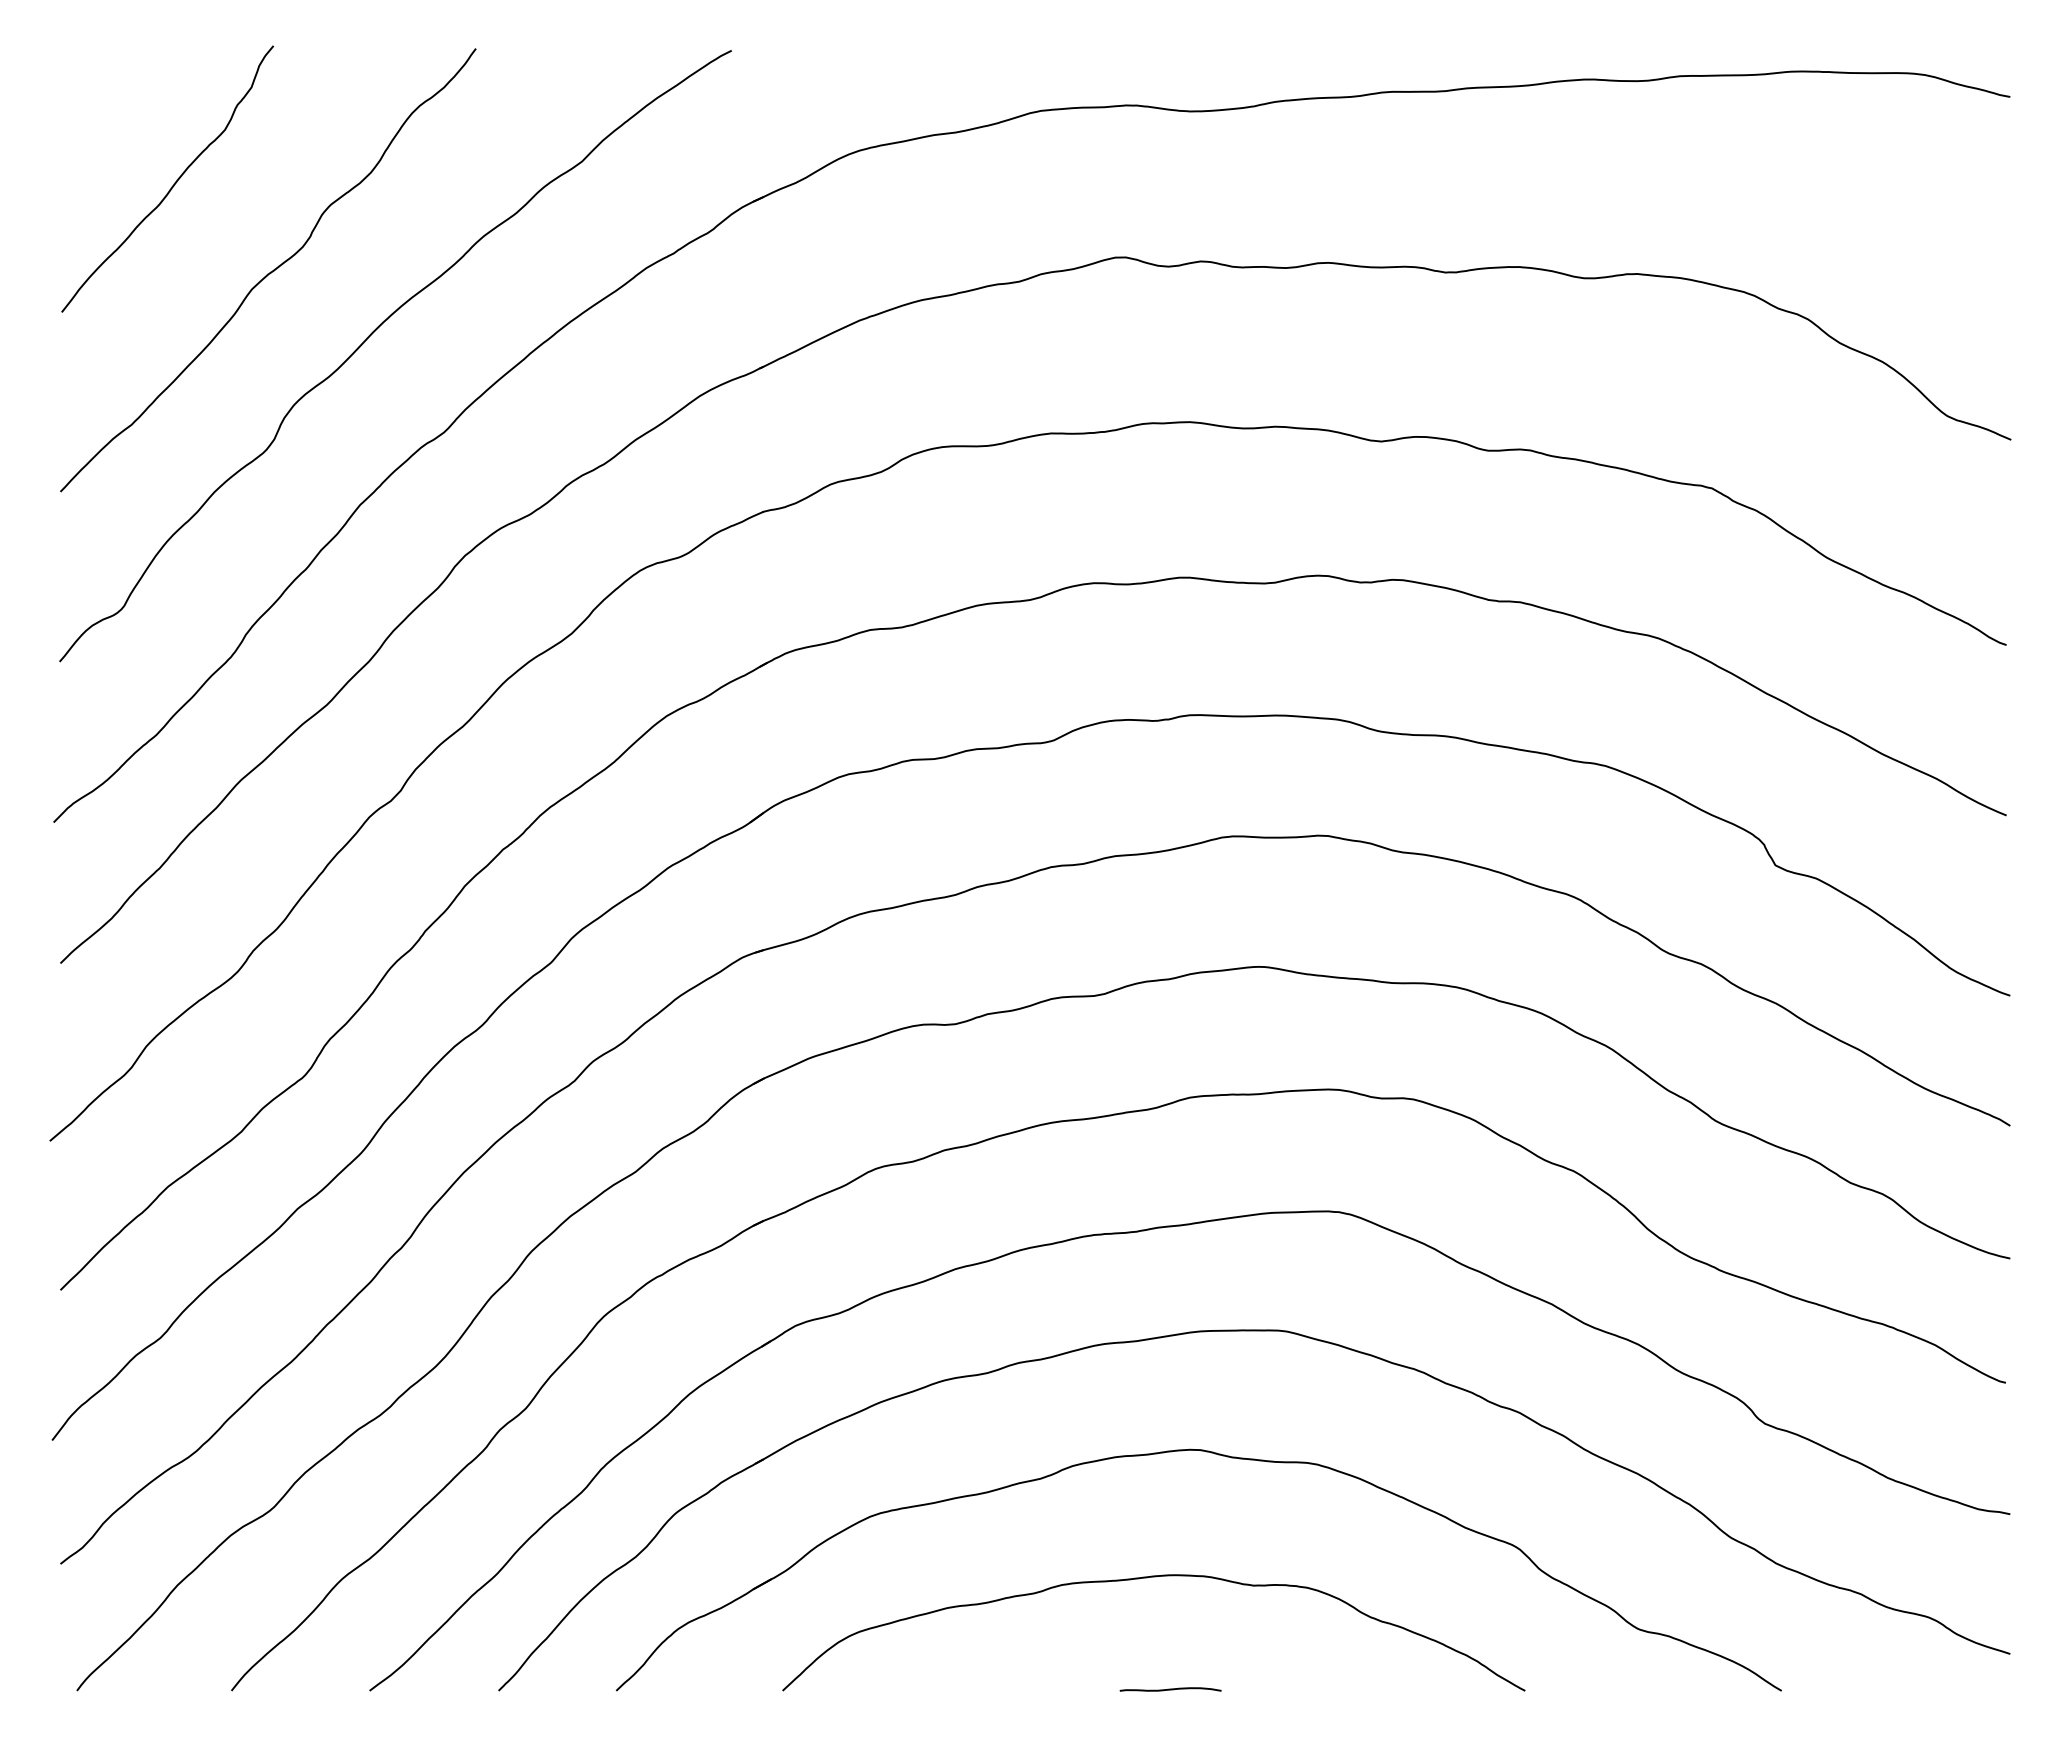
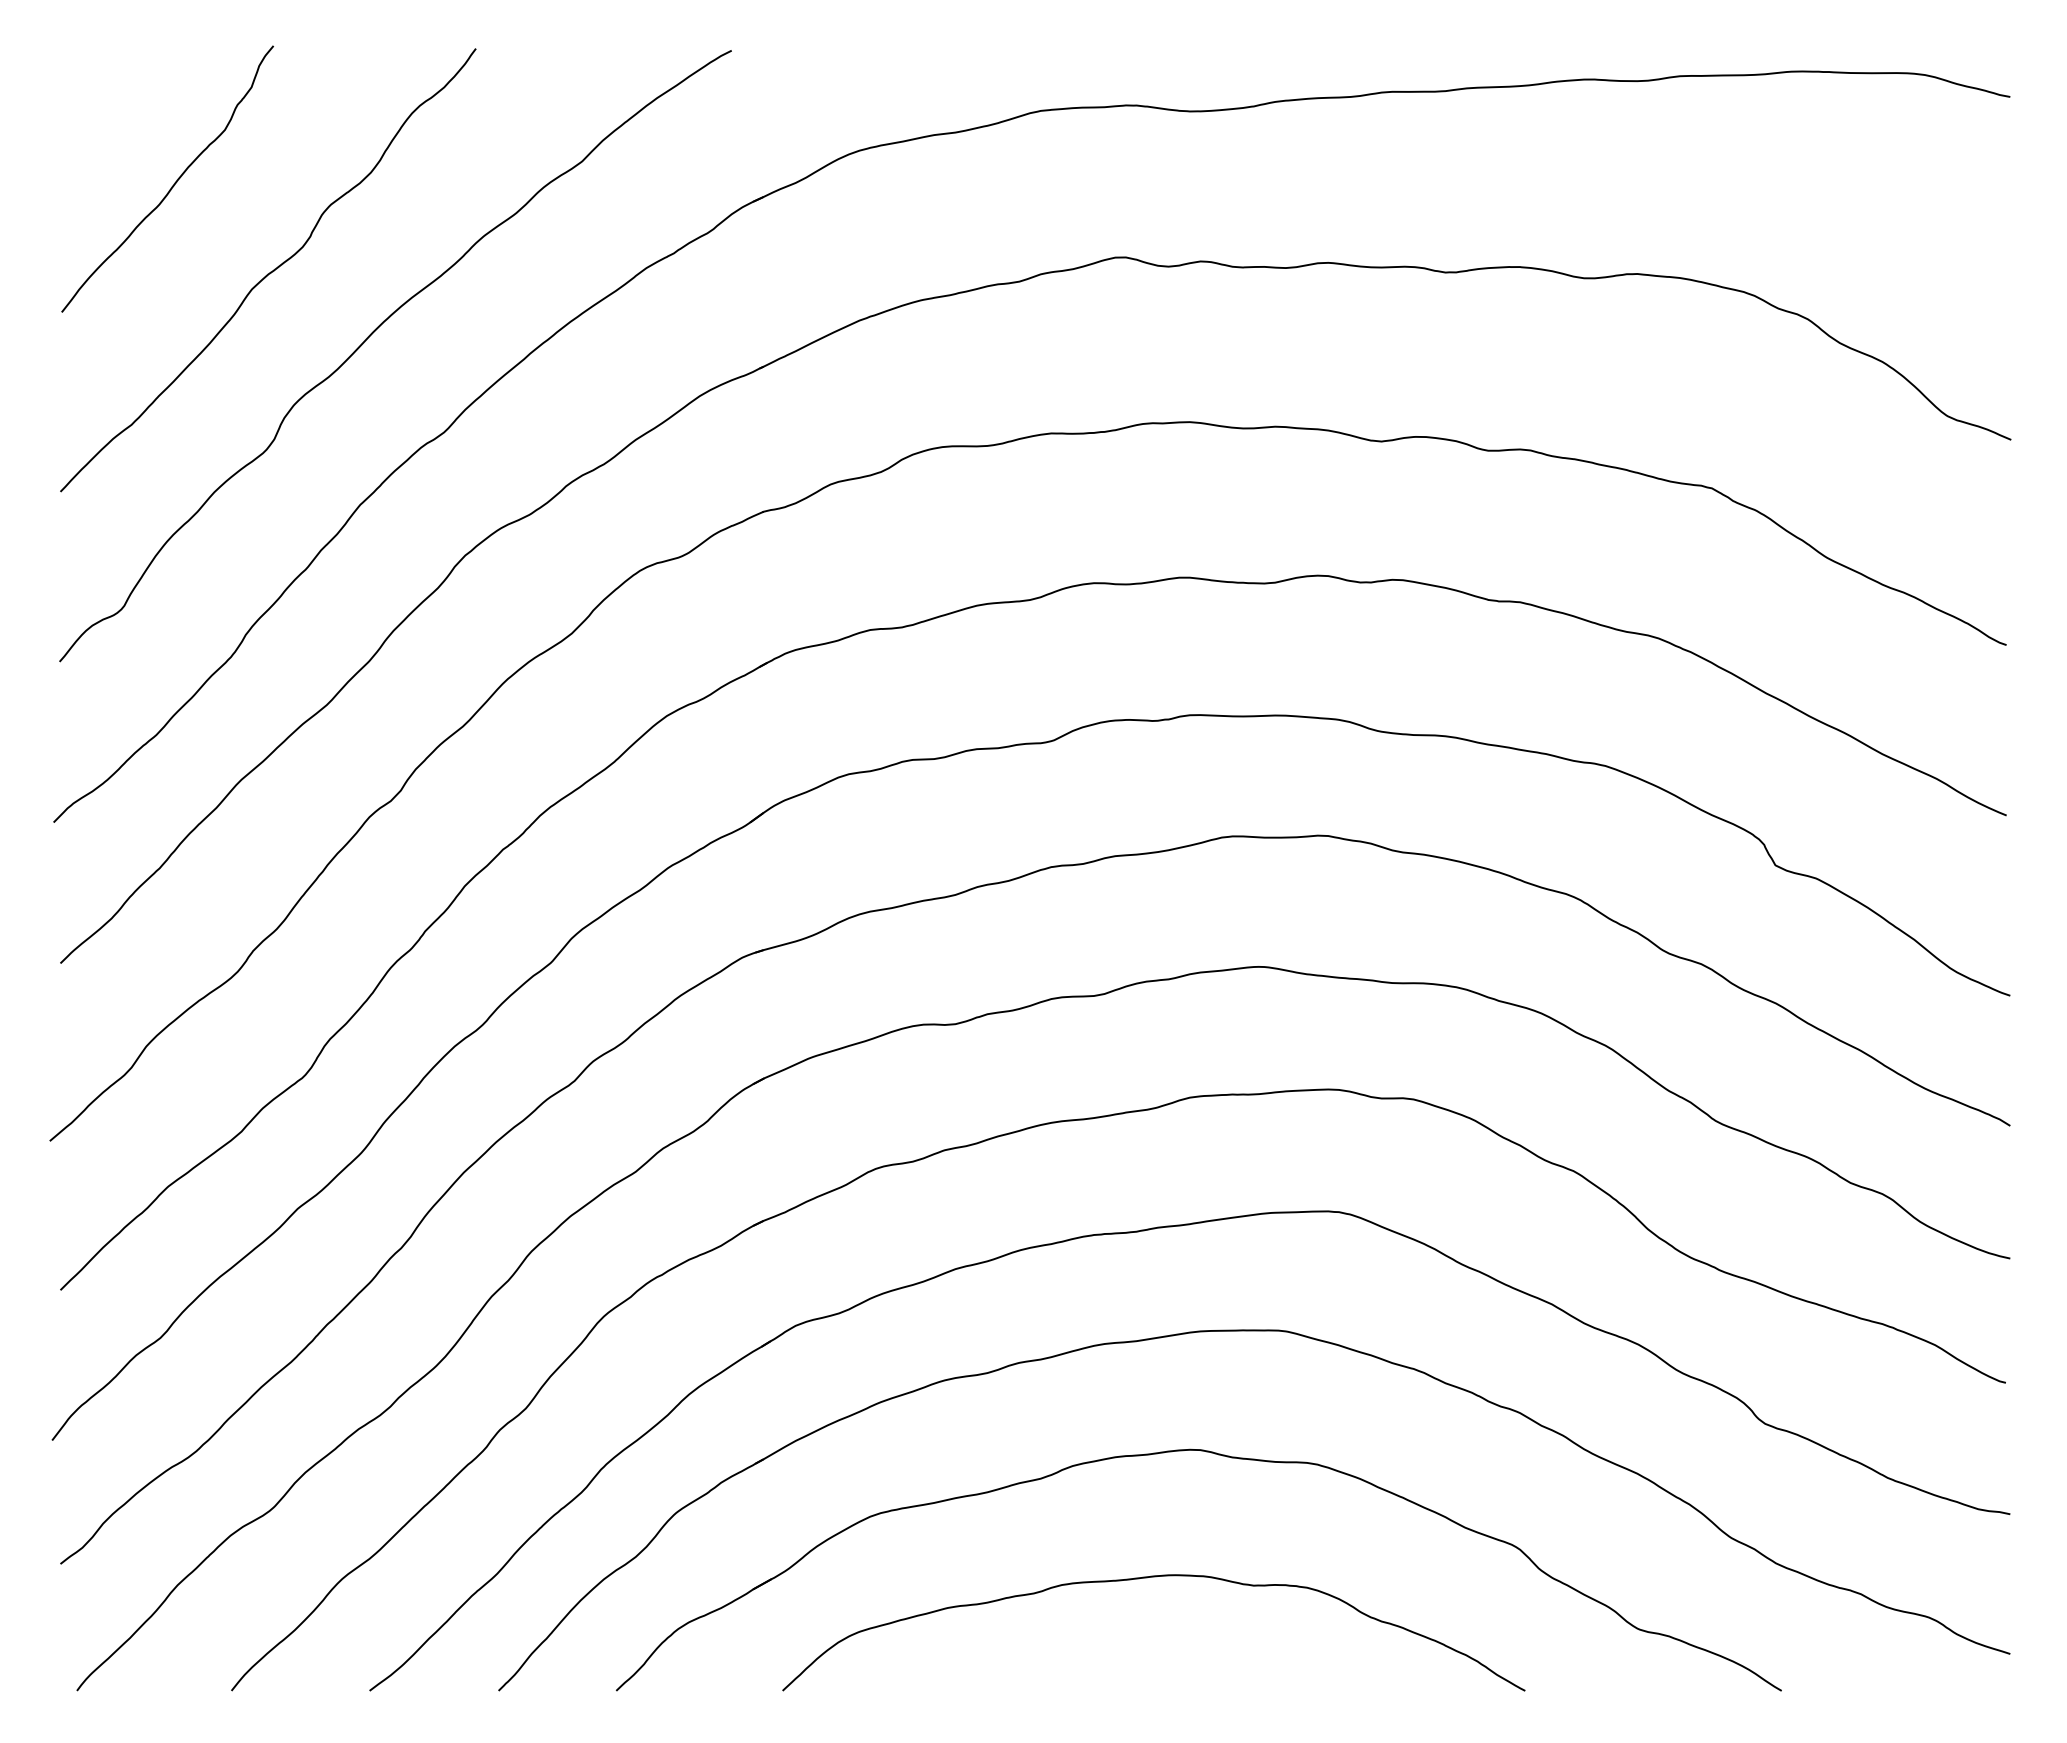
curve at (1170, 1689): present -> none
